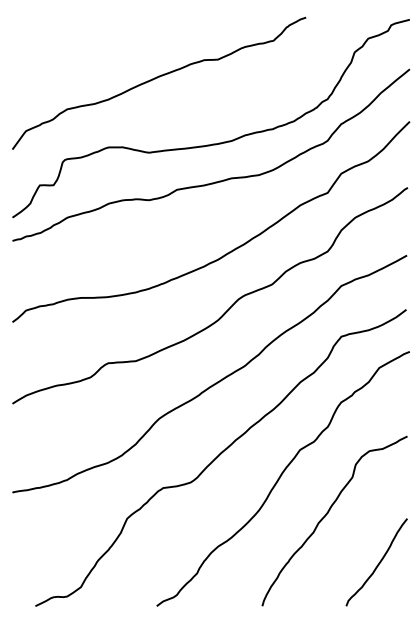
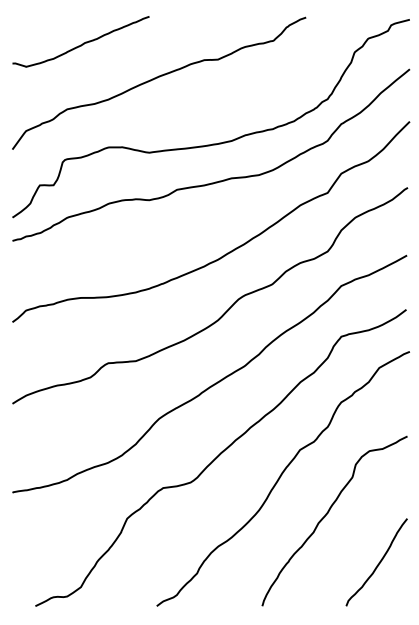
curve at (82, 43): none -> present
